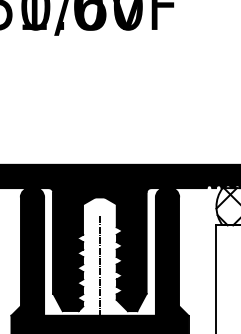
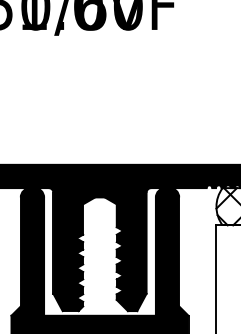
line at (99, 272): present -> none
